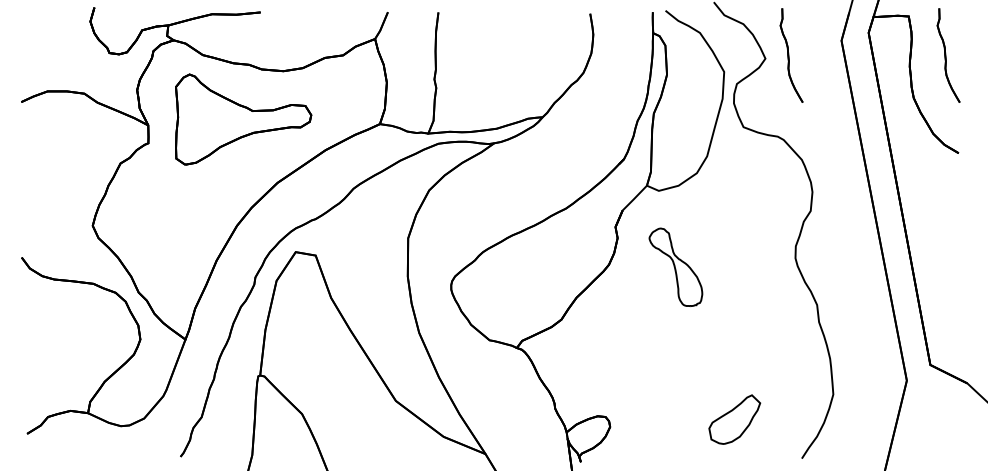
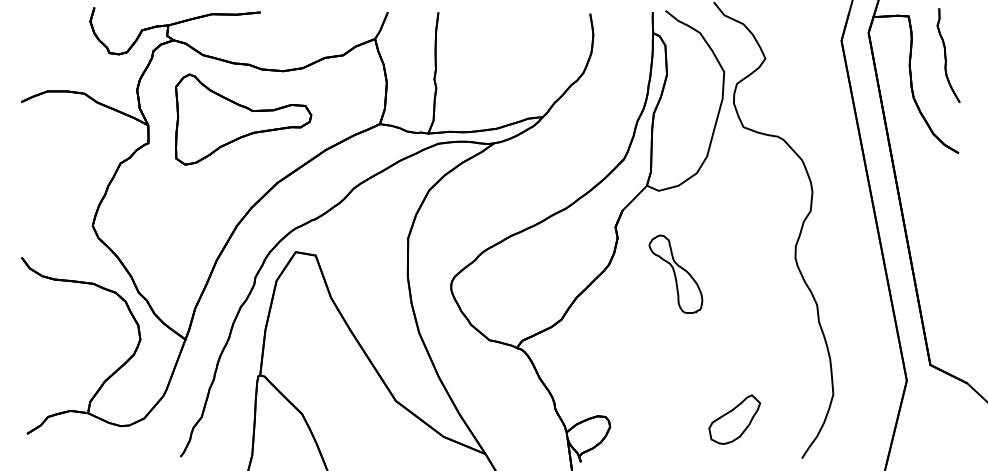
part at (791, 55): present -> none
part at (675, 266) position: (675, 266) -> (675, 273)
